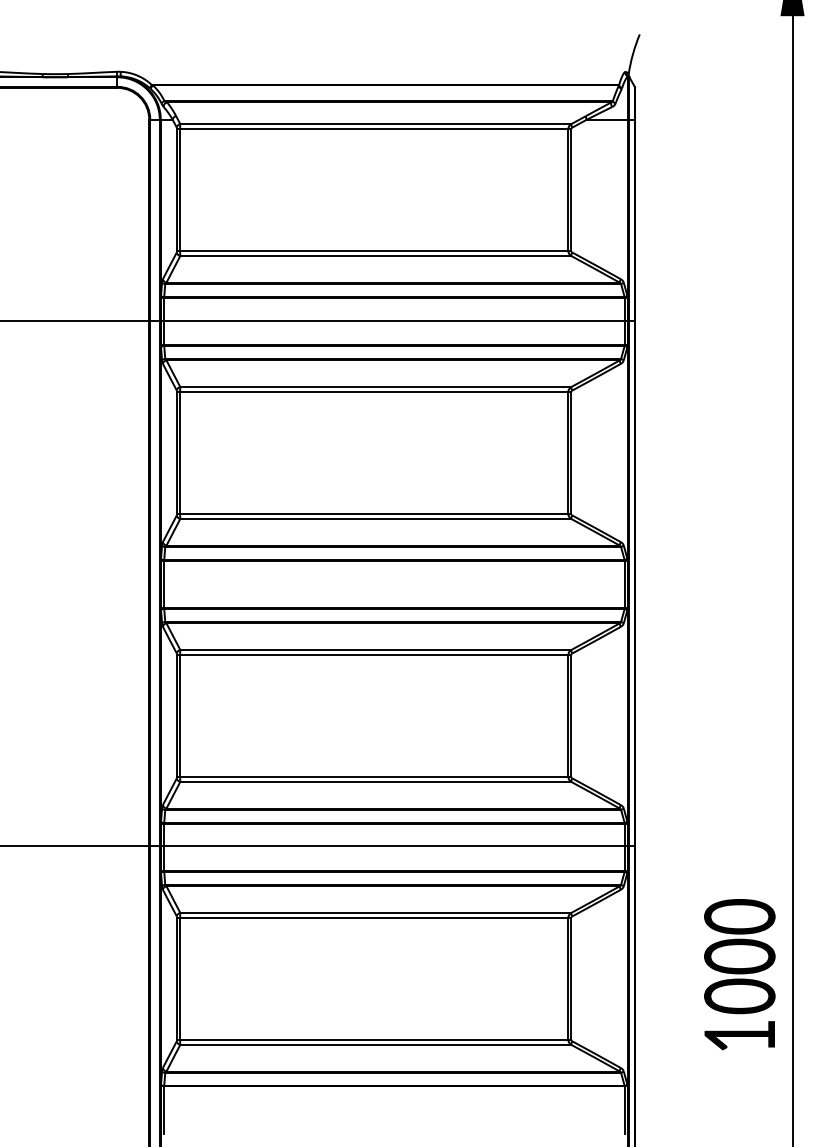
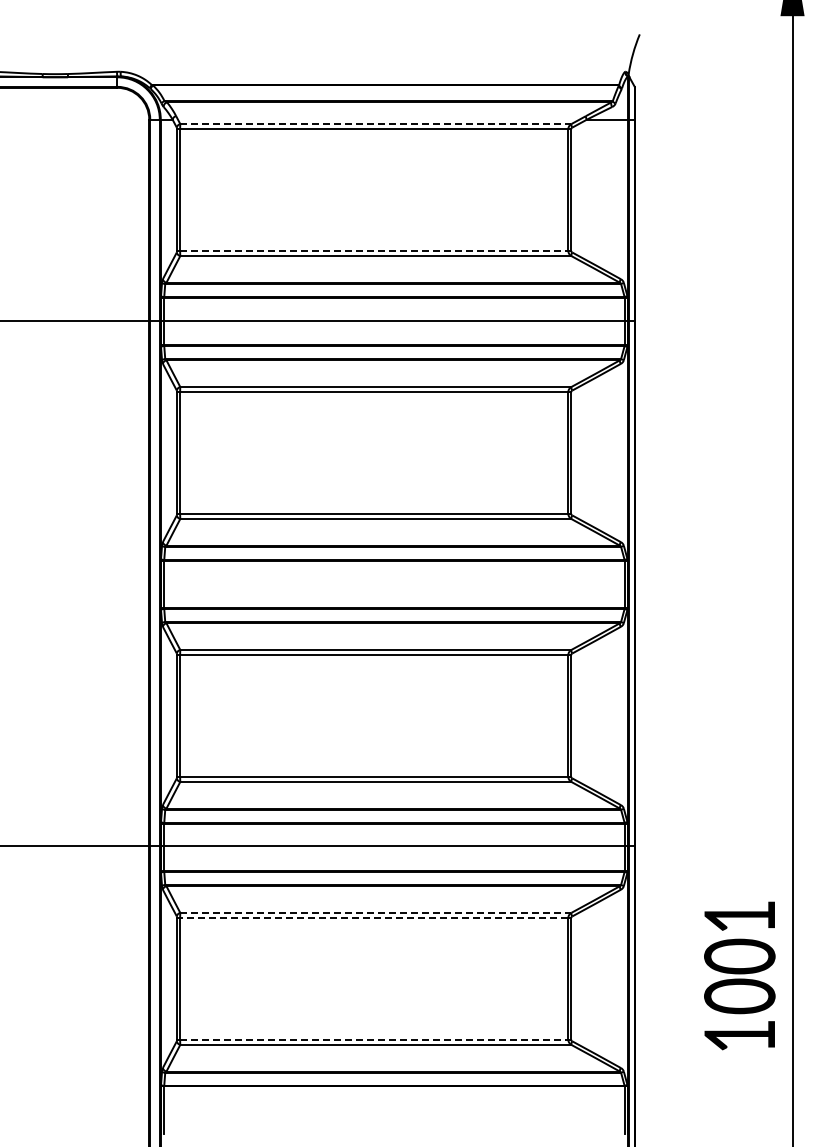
line at (375, 124): solid -> dashed
line at (374, 250): solid -> dashed
line at (375, 912): solid -> dashed
text at (739, 916): 1000 -> 1001
line at (373, 918): solid -> dashed
line at (374, 1039): solid -> dashed
